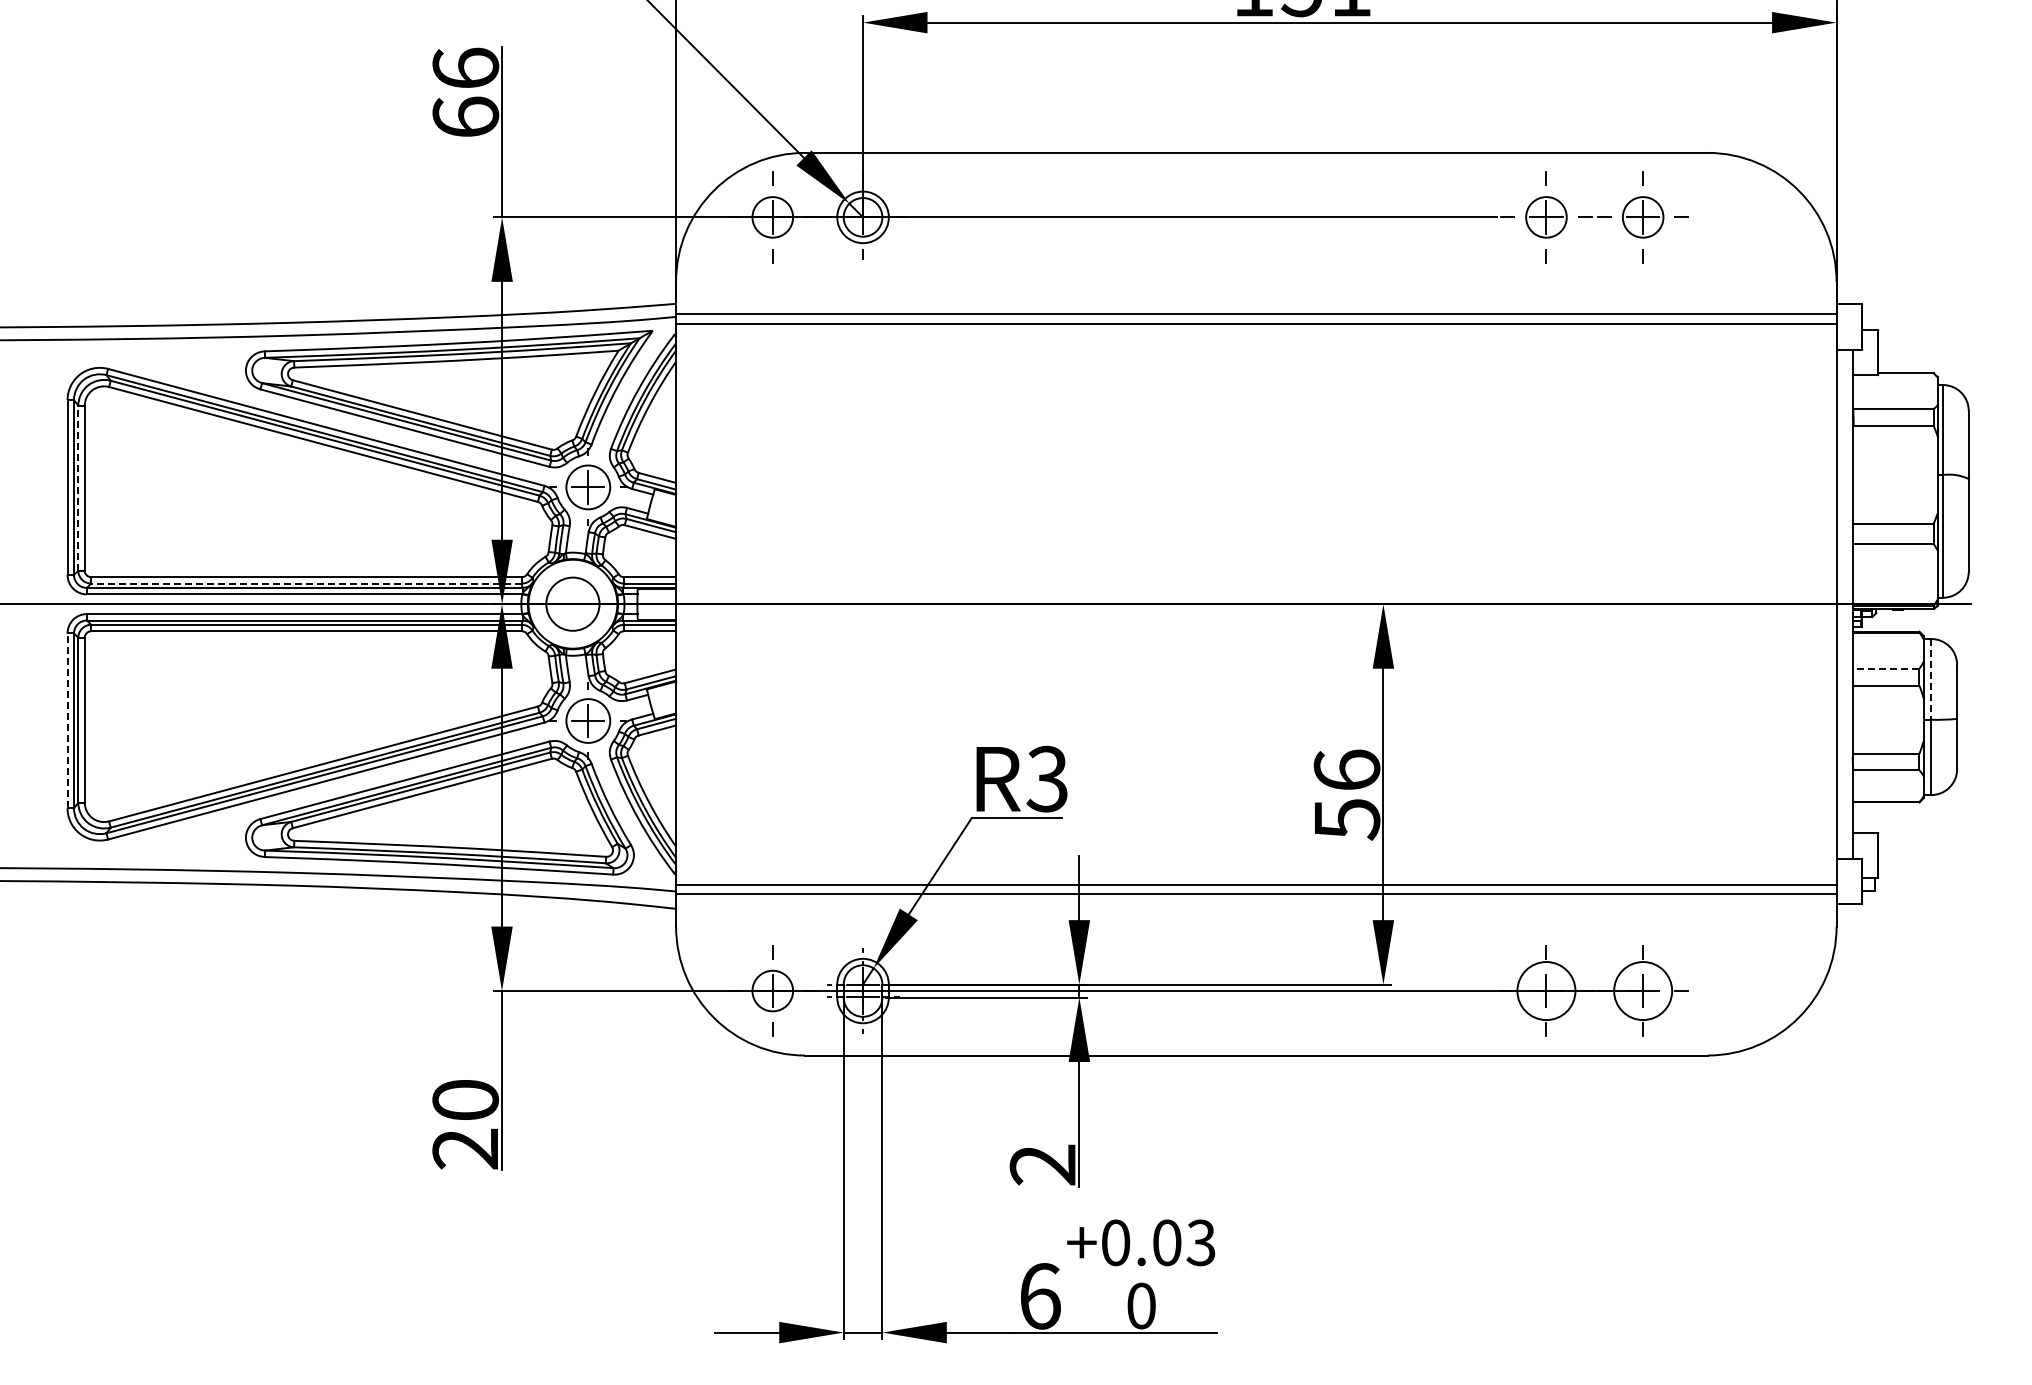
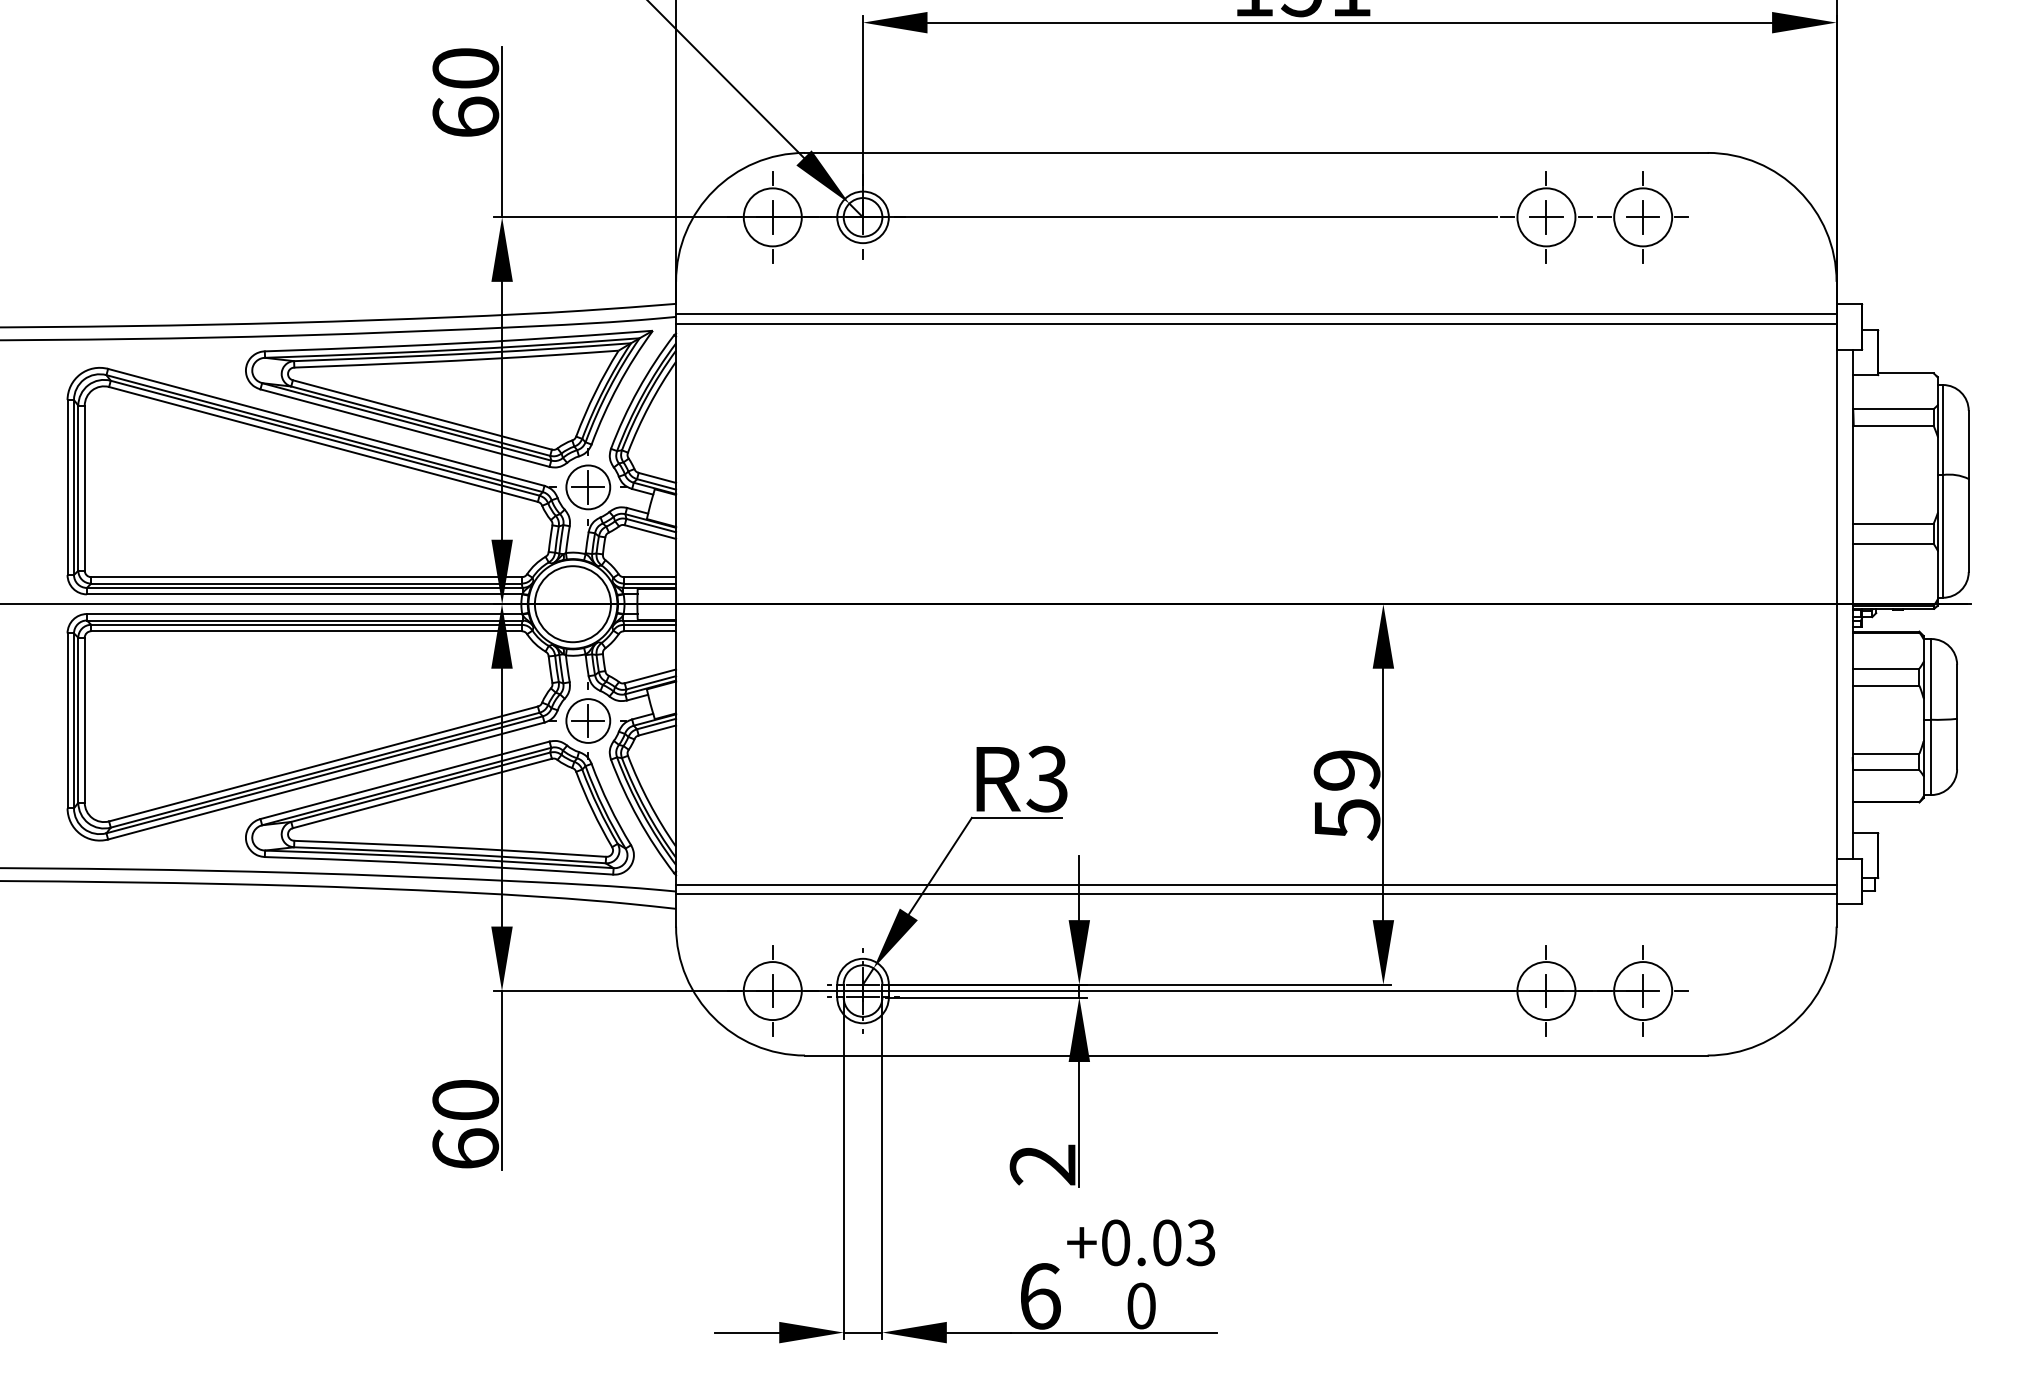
text at (465, 67): 66 -> 60
circle at (772, 217) diameter: 41 px -> 58 px
circle at (1546, 217) diameter: 41 px -> 58 px
circle at (1642, 217) diameter: 41 px -> 58 px
line at (78, 488): dashed -> solid
line at (306, 583): dashed -> solid
circle at (572, 603) diameter: 53 px -> 76 px
line at (1885, 668): dashed -> solid
line at (1931, 679): dashed -> solid
line at (67, 720): dashed -> solid
text at (1346, 769): 56 -> 59
circle at (772, 990) diameter: 41 px -> 58 px
text at (465, 1148): 20 -> 60
